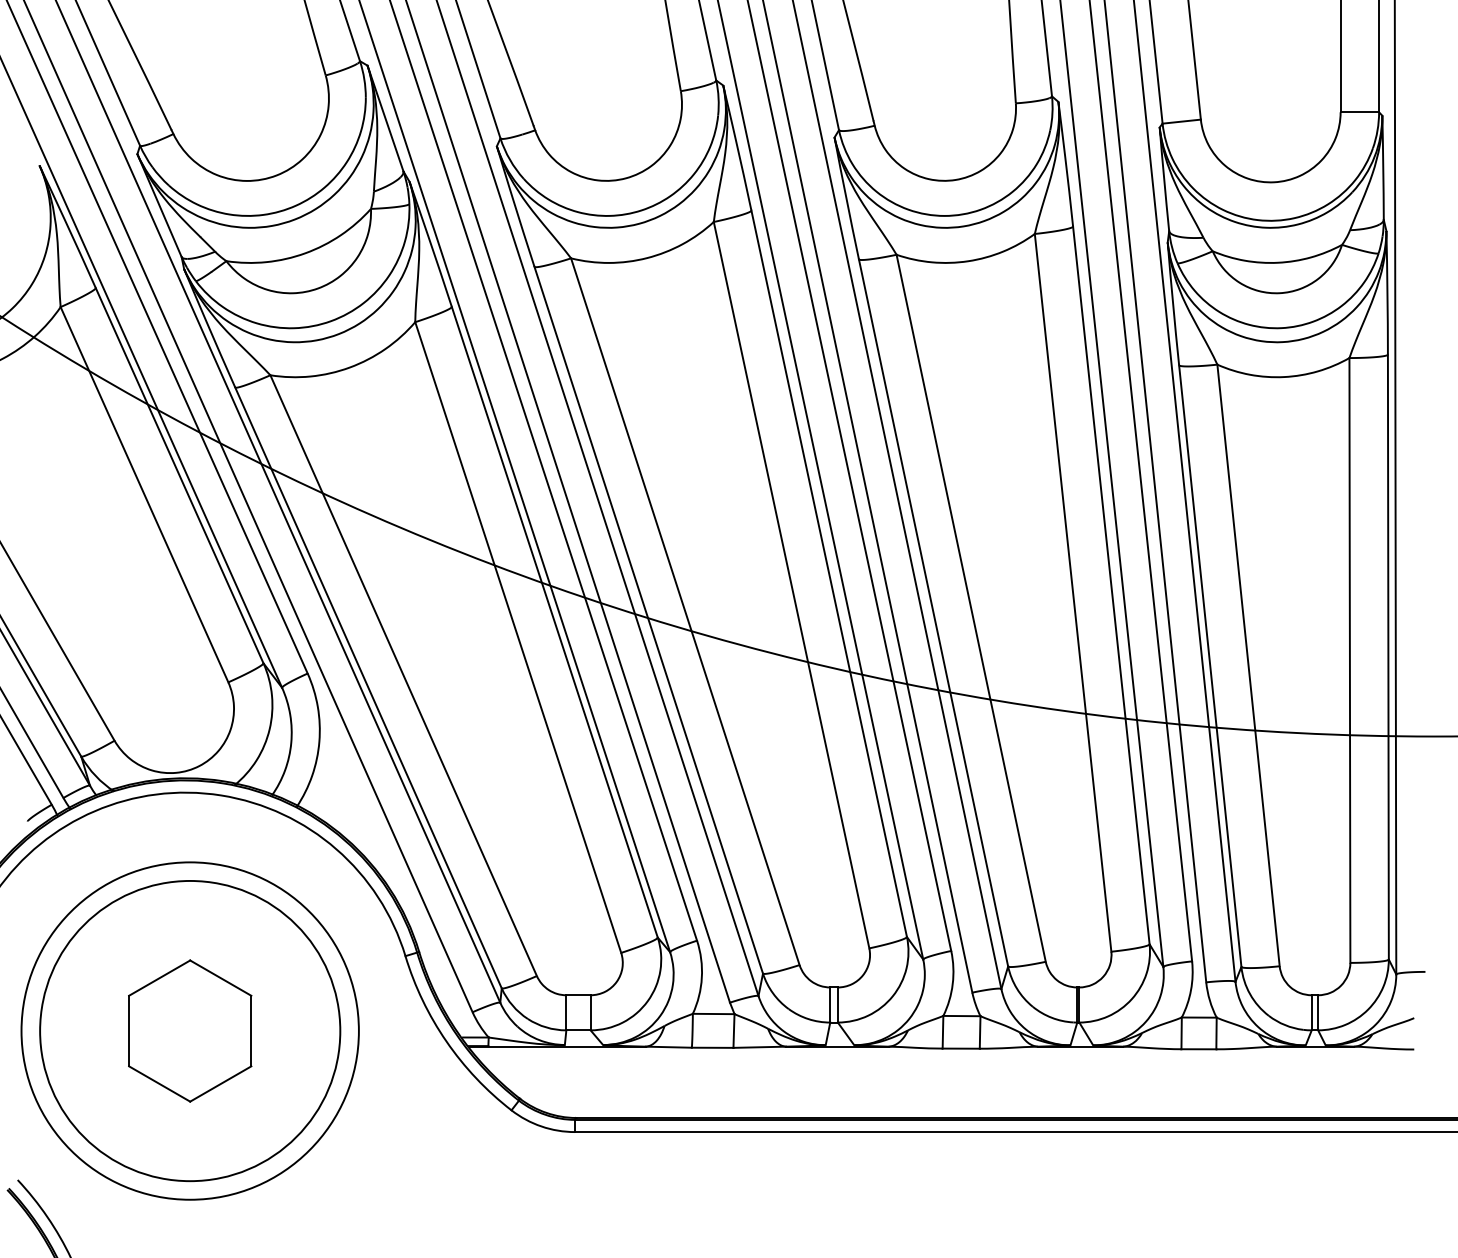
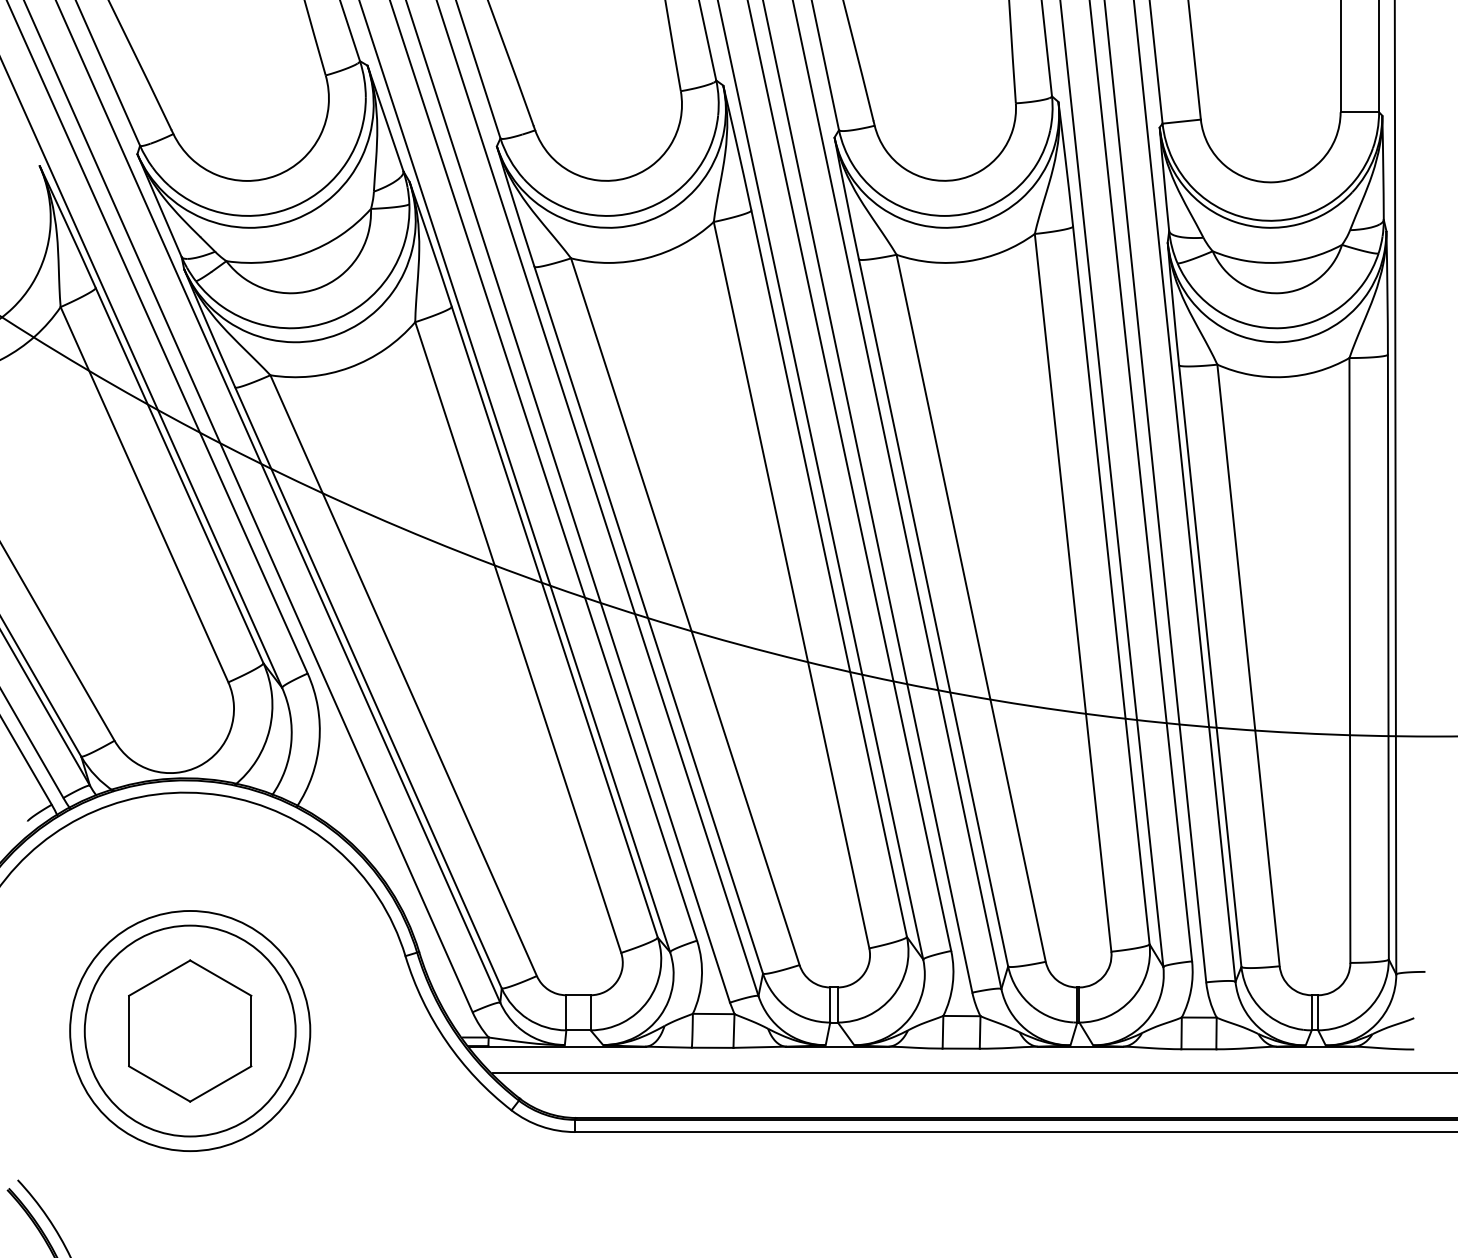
circle at (189, 1030) diameter: 337 px -> 211 px
circle at (190, 1030) diameter: 300 px -> 240 px
line at (973, 1073): none -> present
